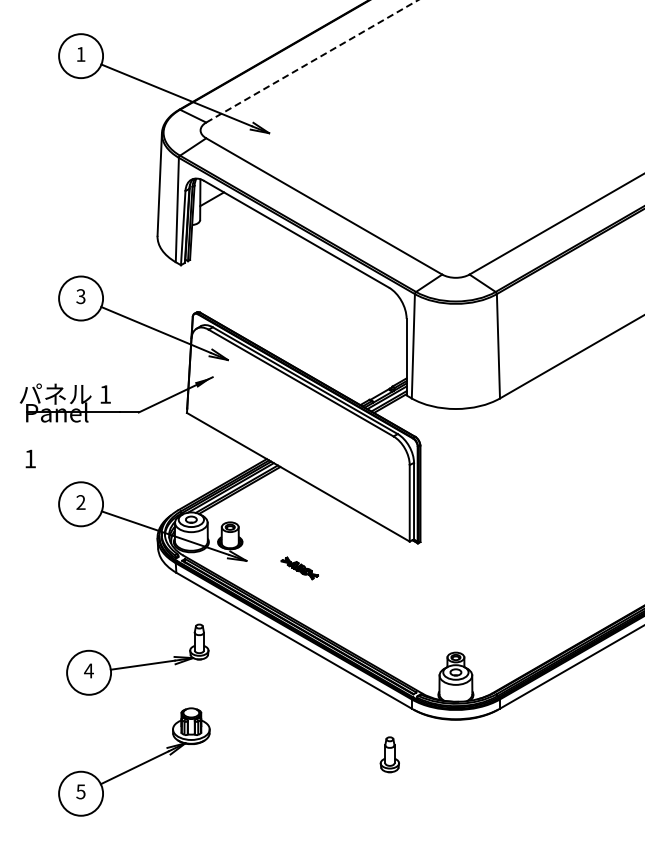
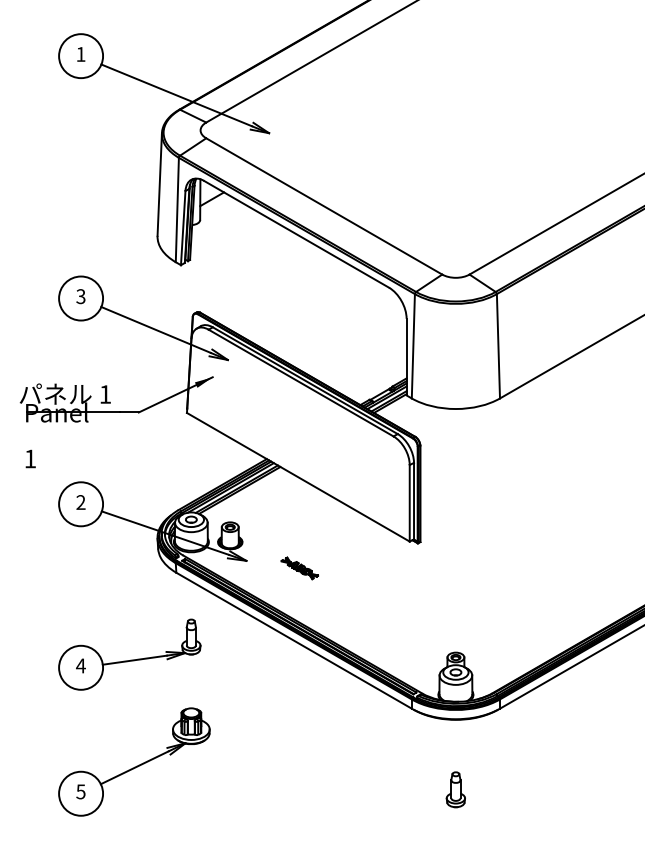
line at (312, 61): dashed -> solid
part at (137, 659) position: (137, 659) -> (129, 654)
part at (389, 754) position: (389, 754) -> (455, 789)
